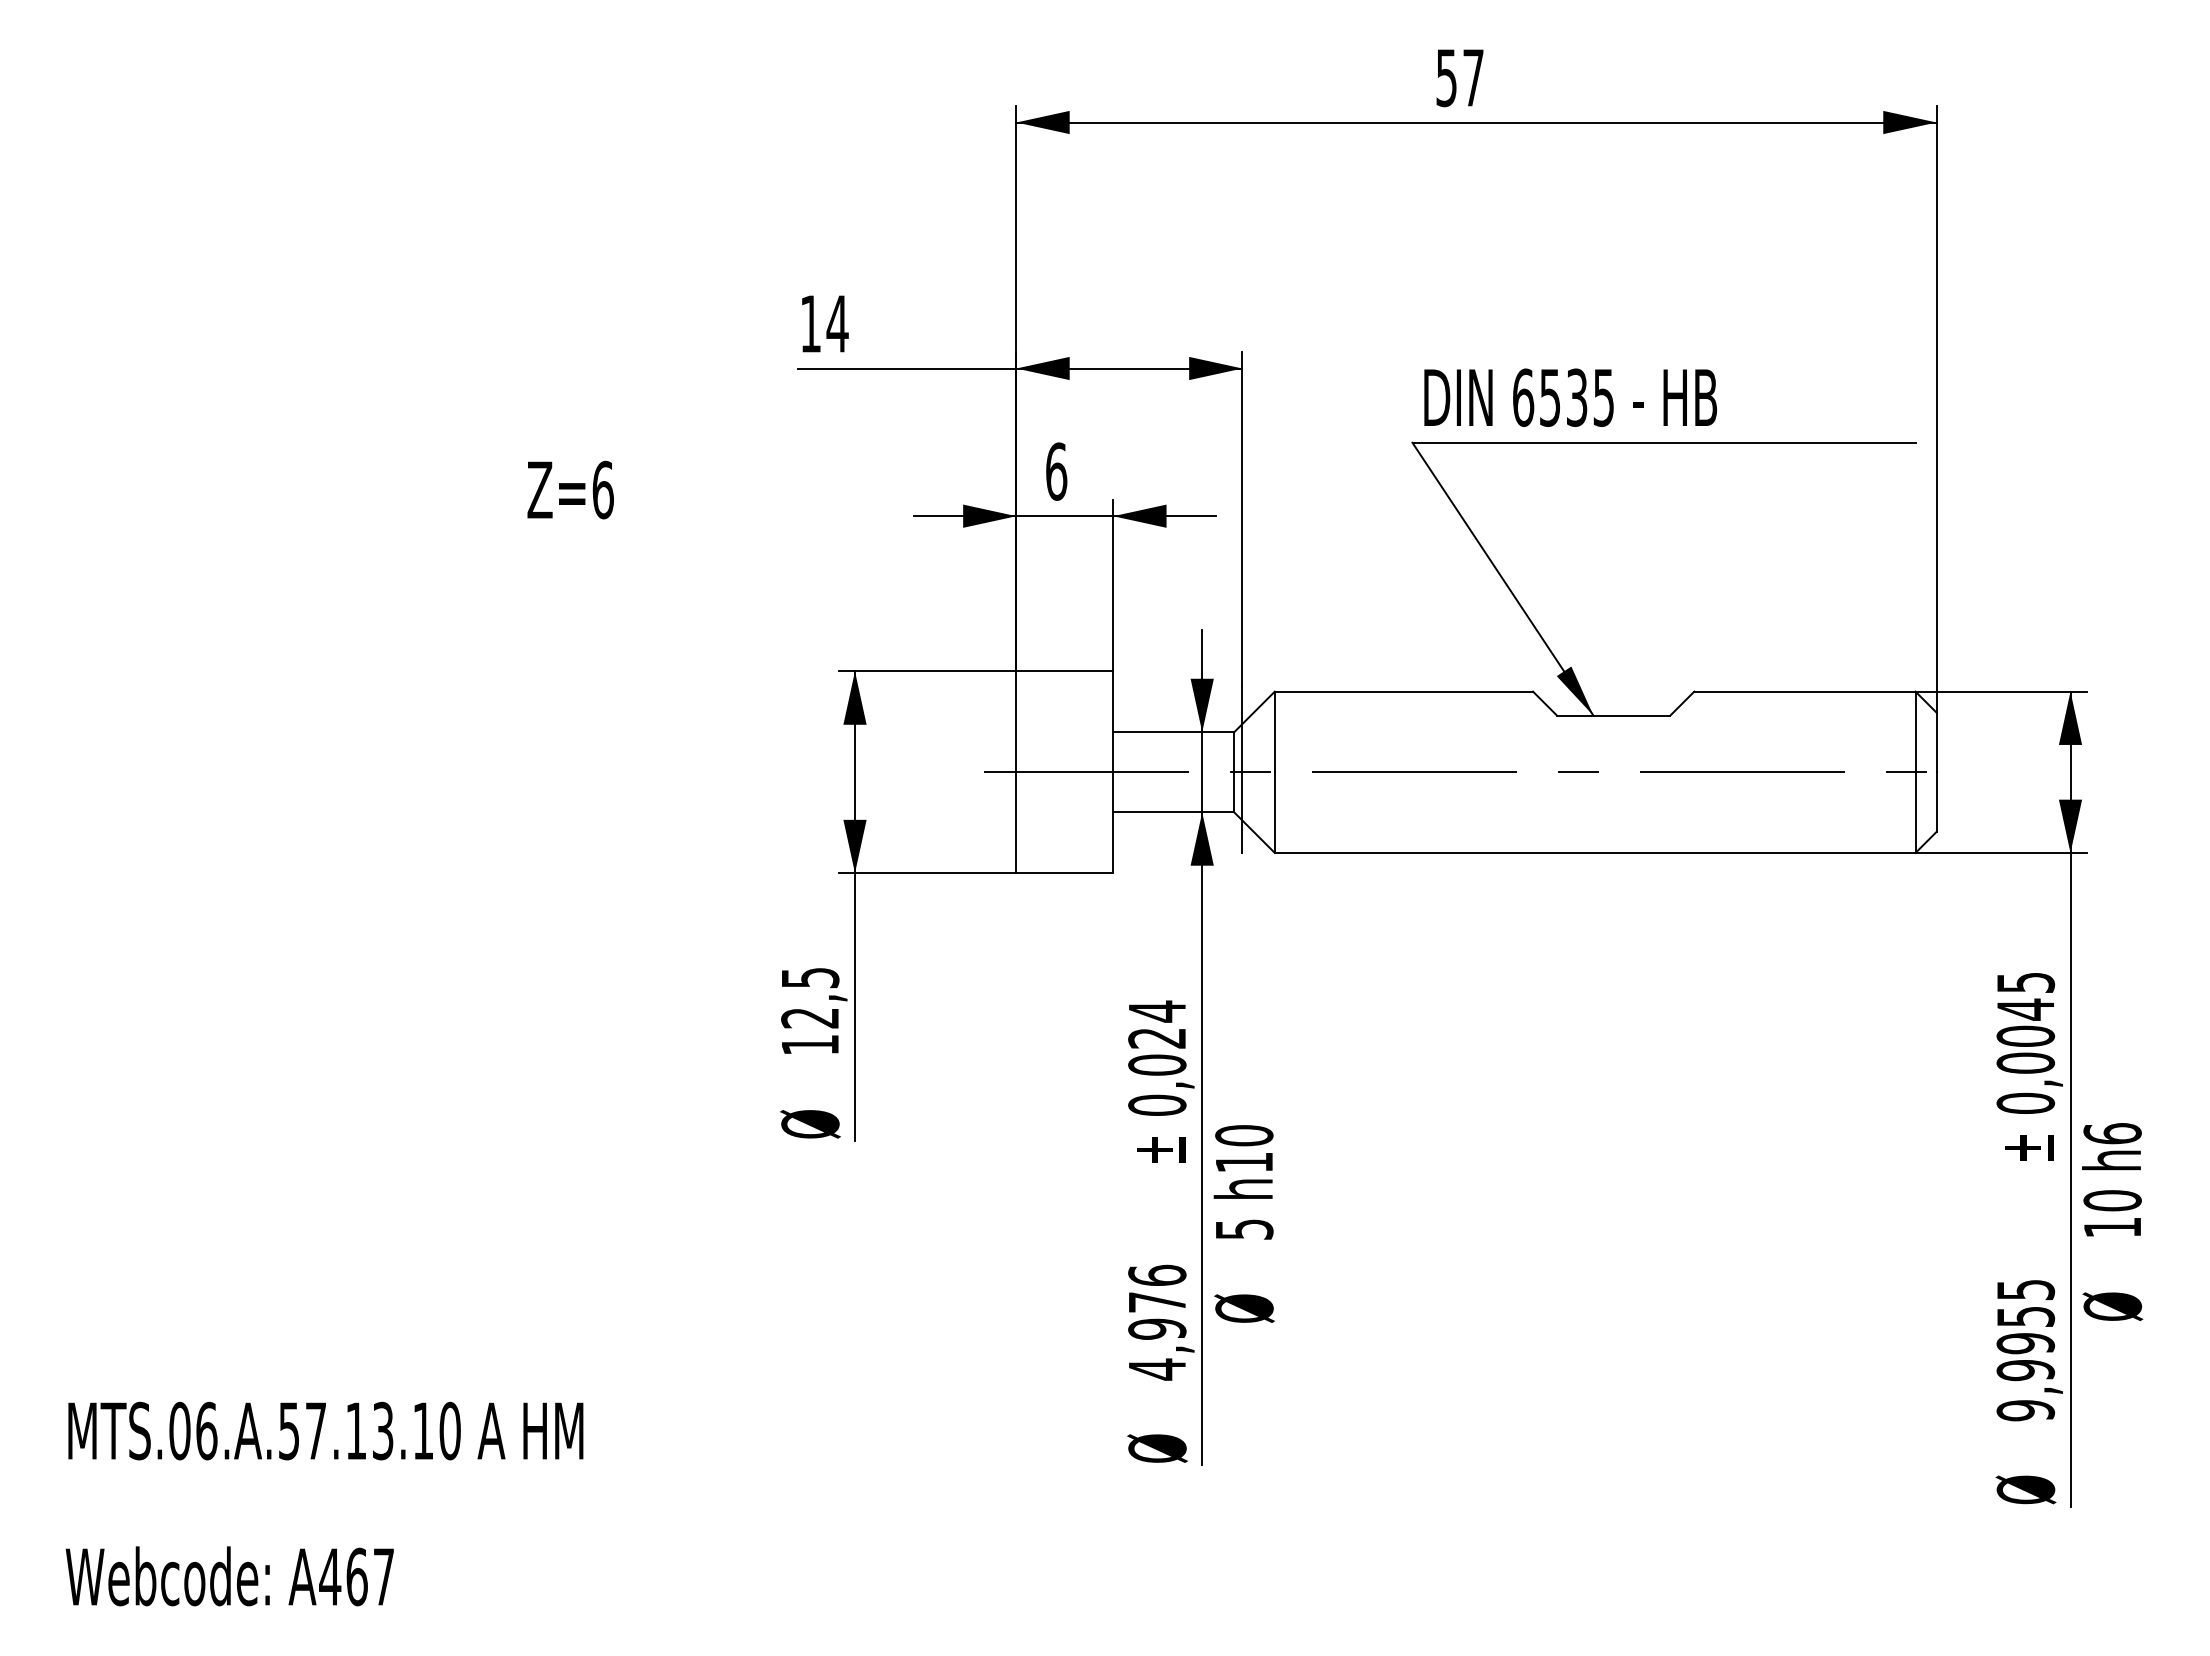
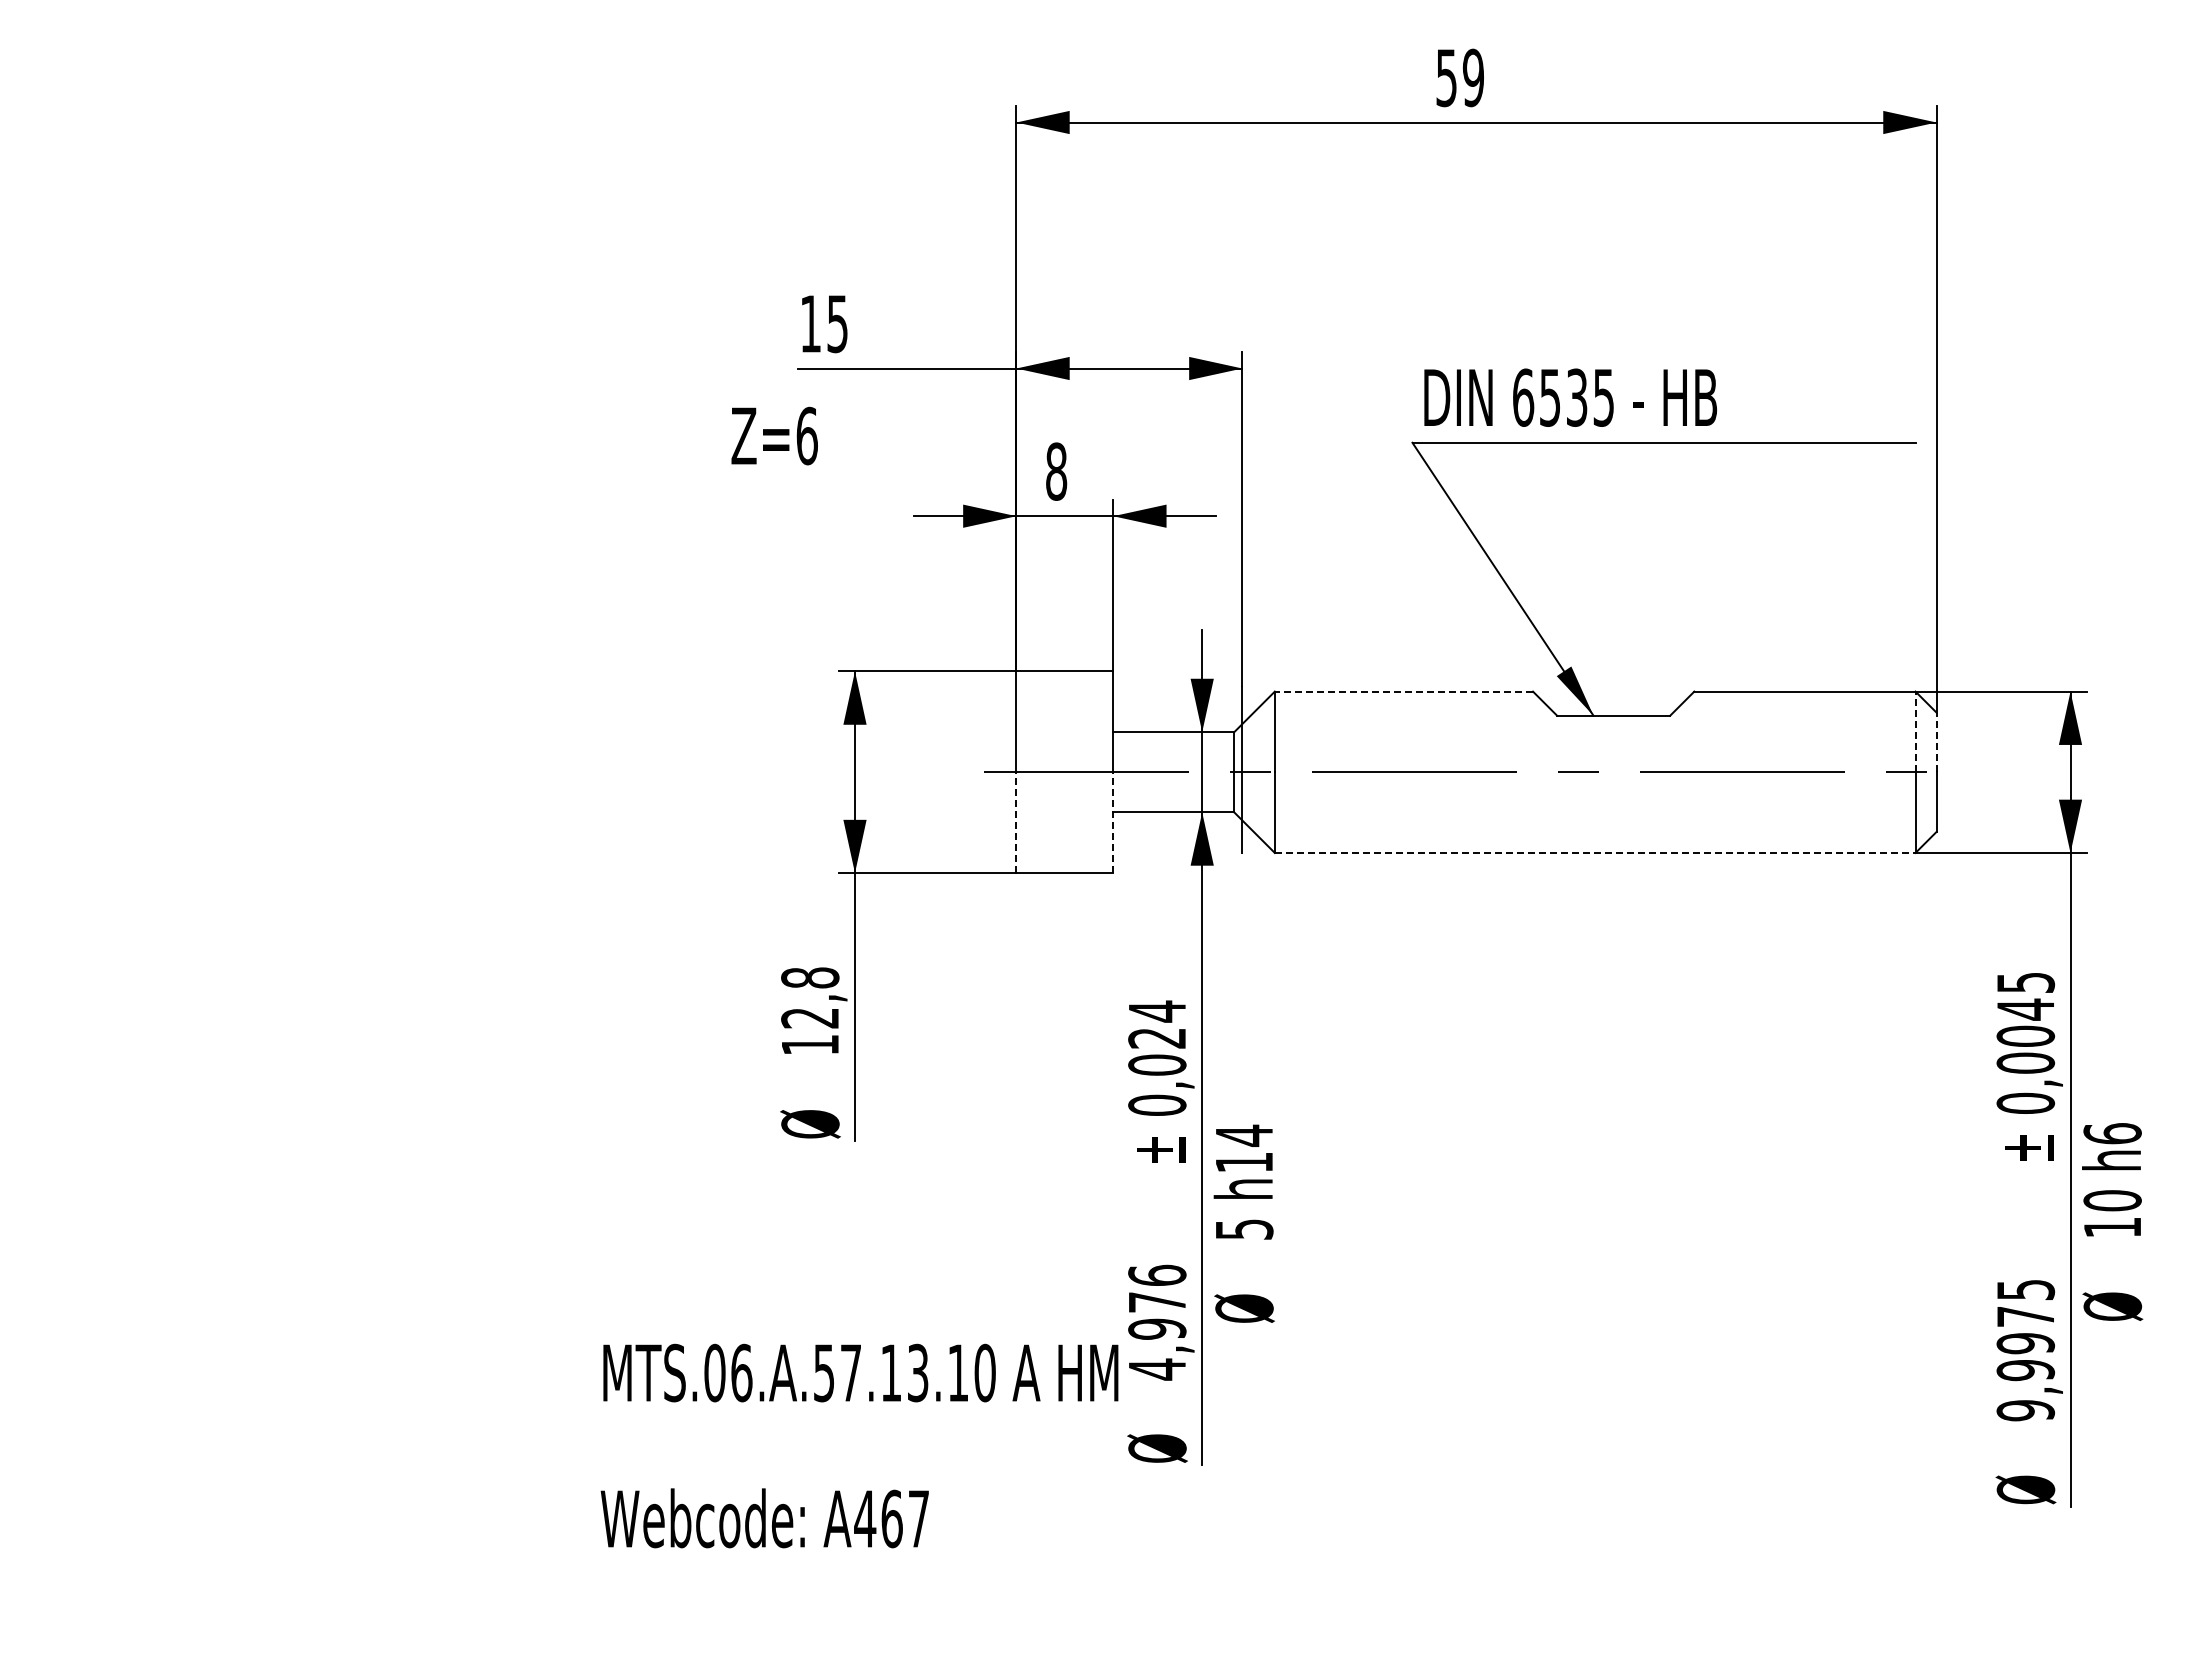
text at (1472, 77): 57 -> 59
text at (837, 324): 14 -> 15
text at (1056, 471): 6 -> 8
text at (570, 489) position: (570, 489) -> (774, 435)
line at (1403, 691): solid -> dashed
line at (1915, 731): solid -> dashed
line at (1936, 742): solid -> dashed
line at (1016, 822): solid -> dashed
line at (1113, 822): solid -> dashed
line at (1595, 852): solid -> dashed
text at (810, 977): 12,5 -> 12,8
text at (1244, 1135): h10 -> h14
text at (2026, 1316): 9,9955 -> 9,9975
text at (324, 1503) position: (324, 1503) -> (859, 1445)
